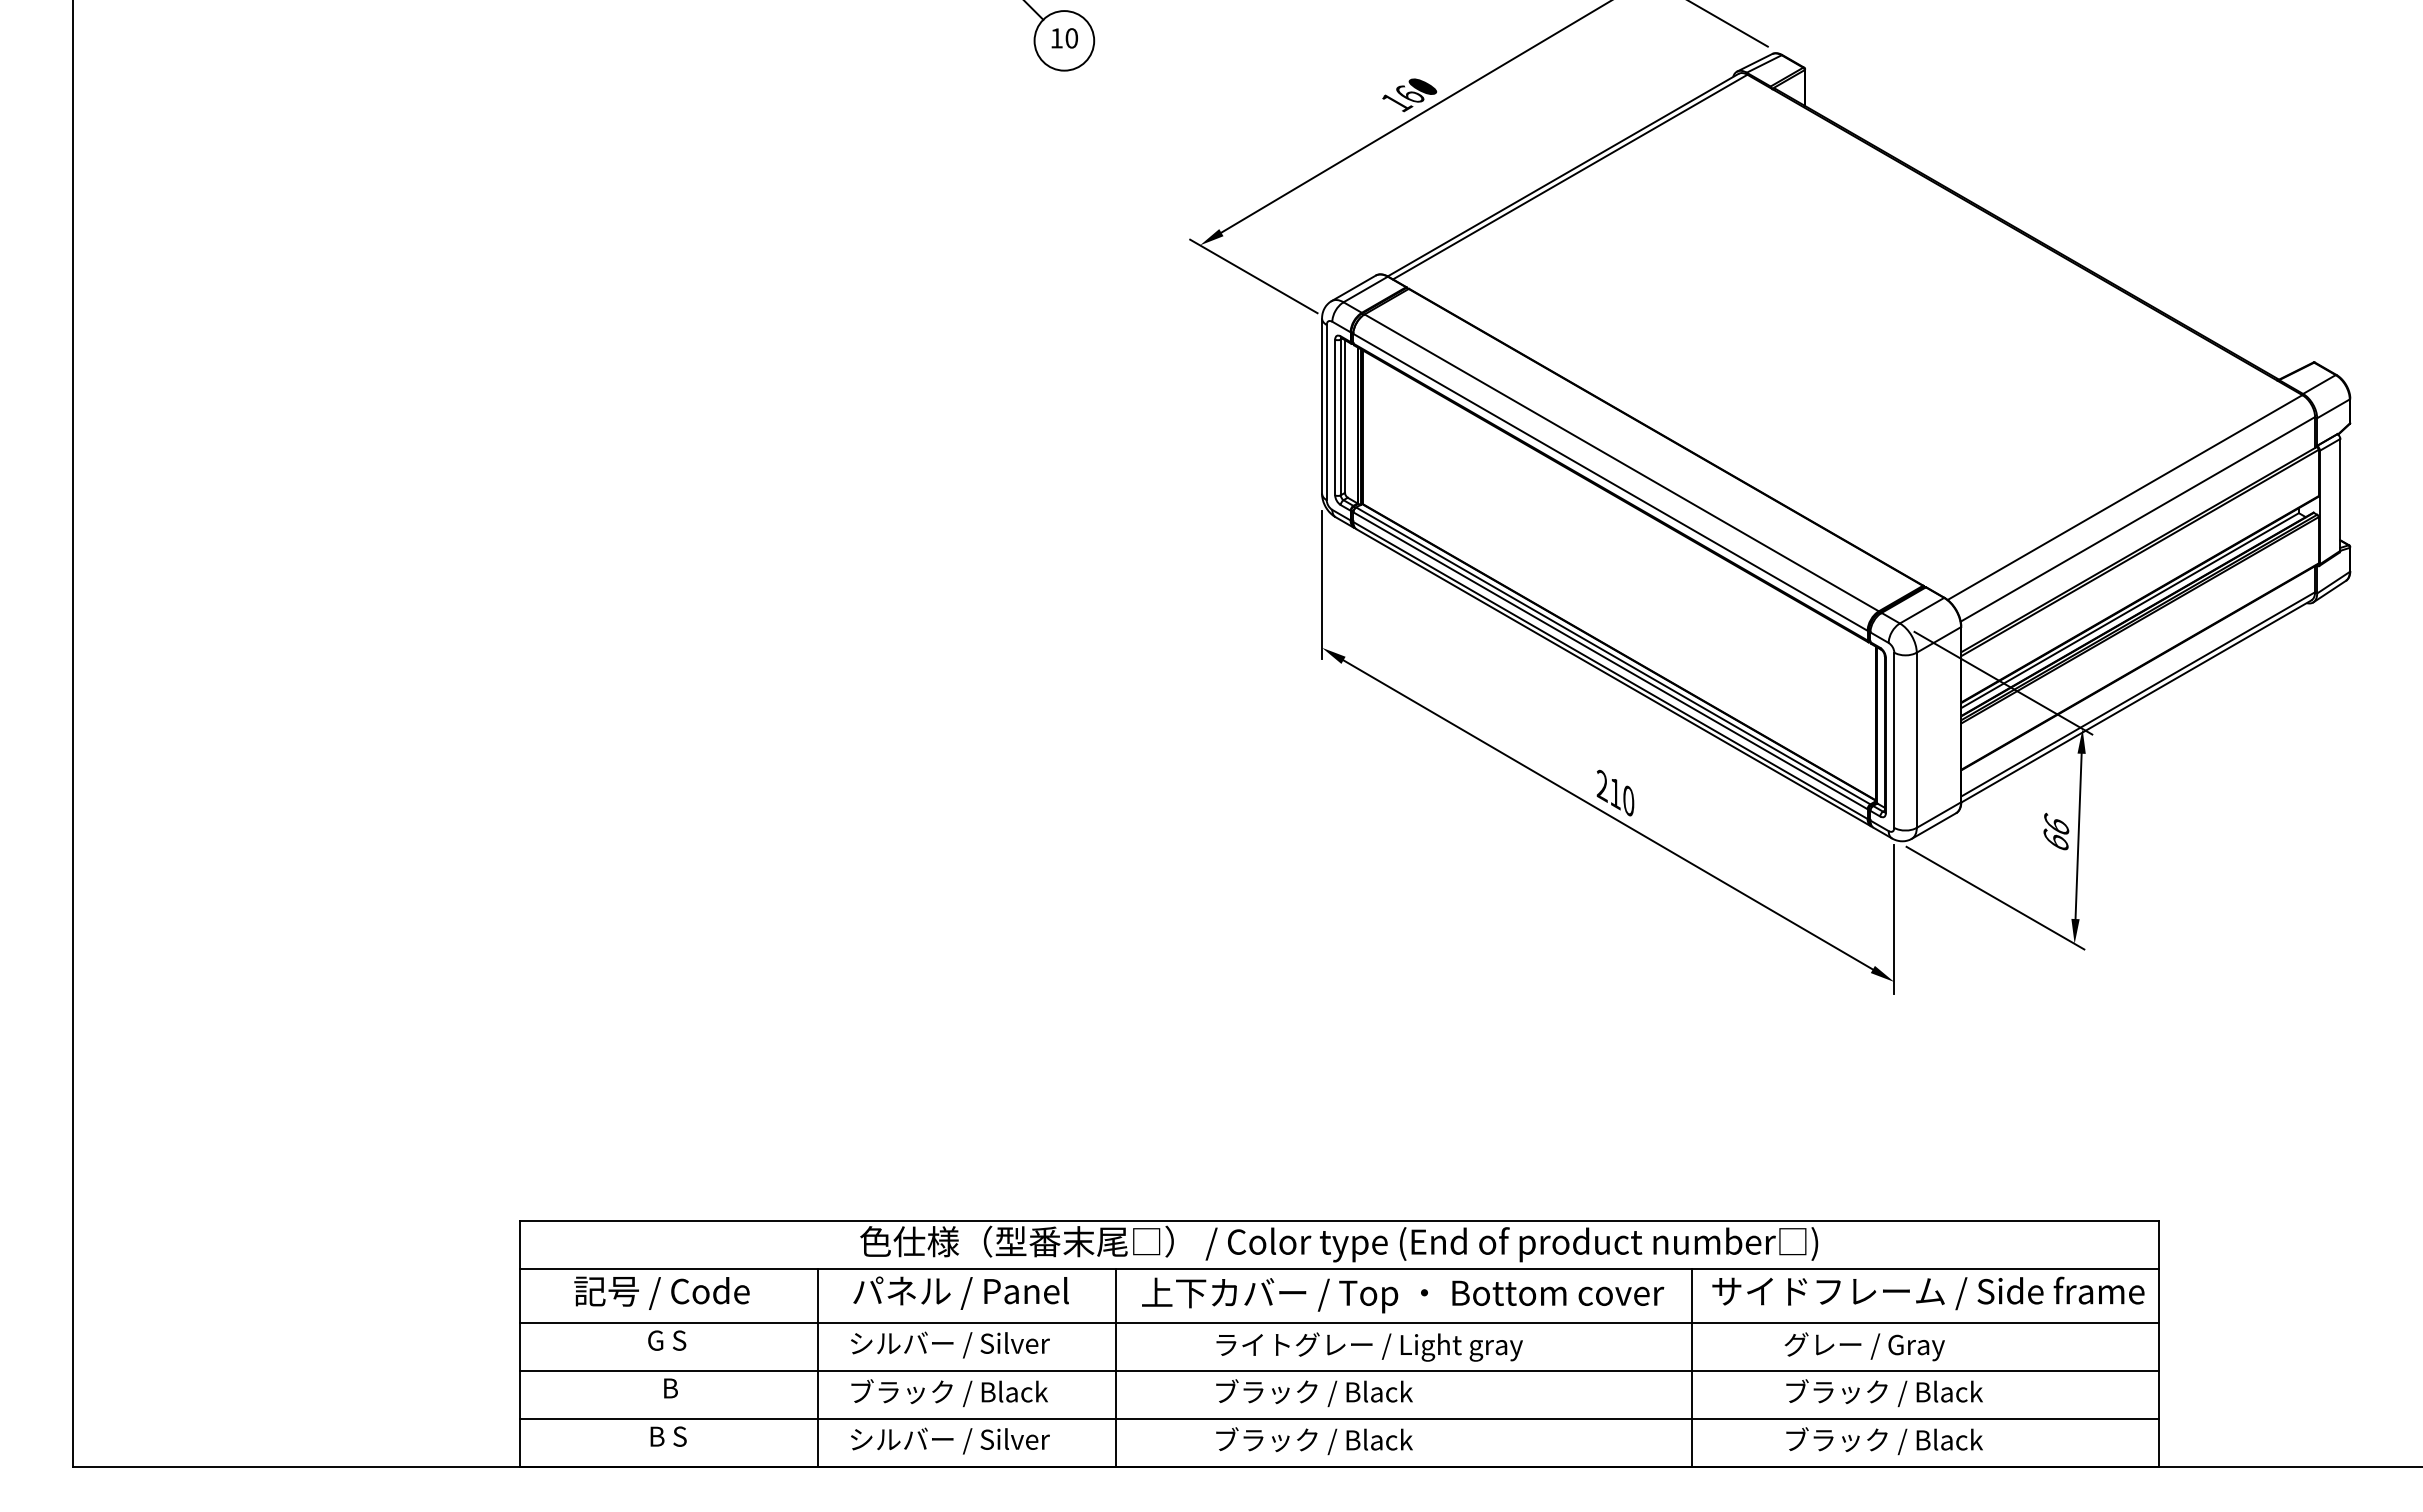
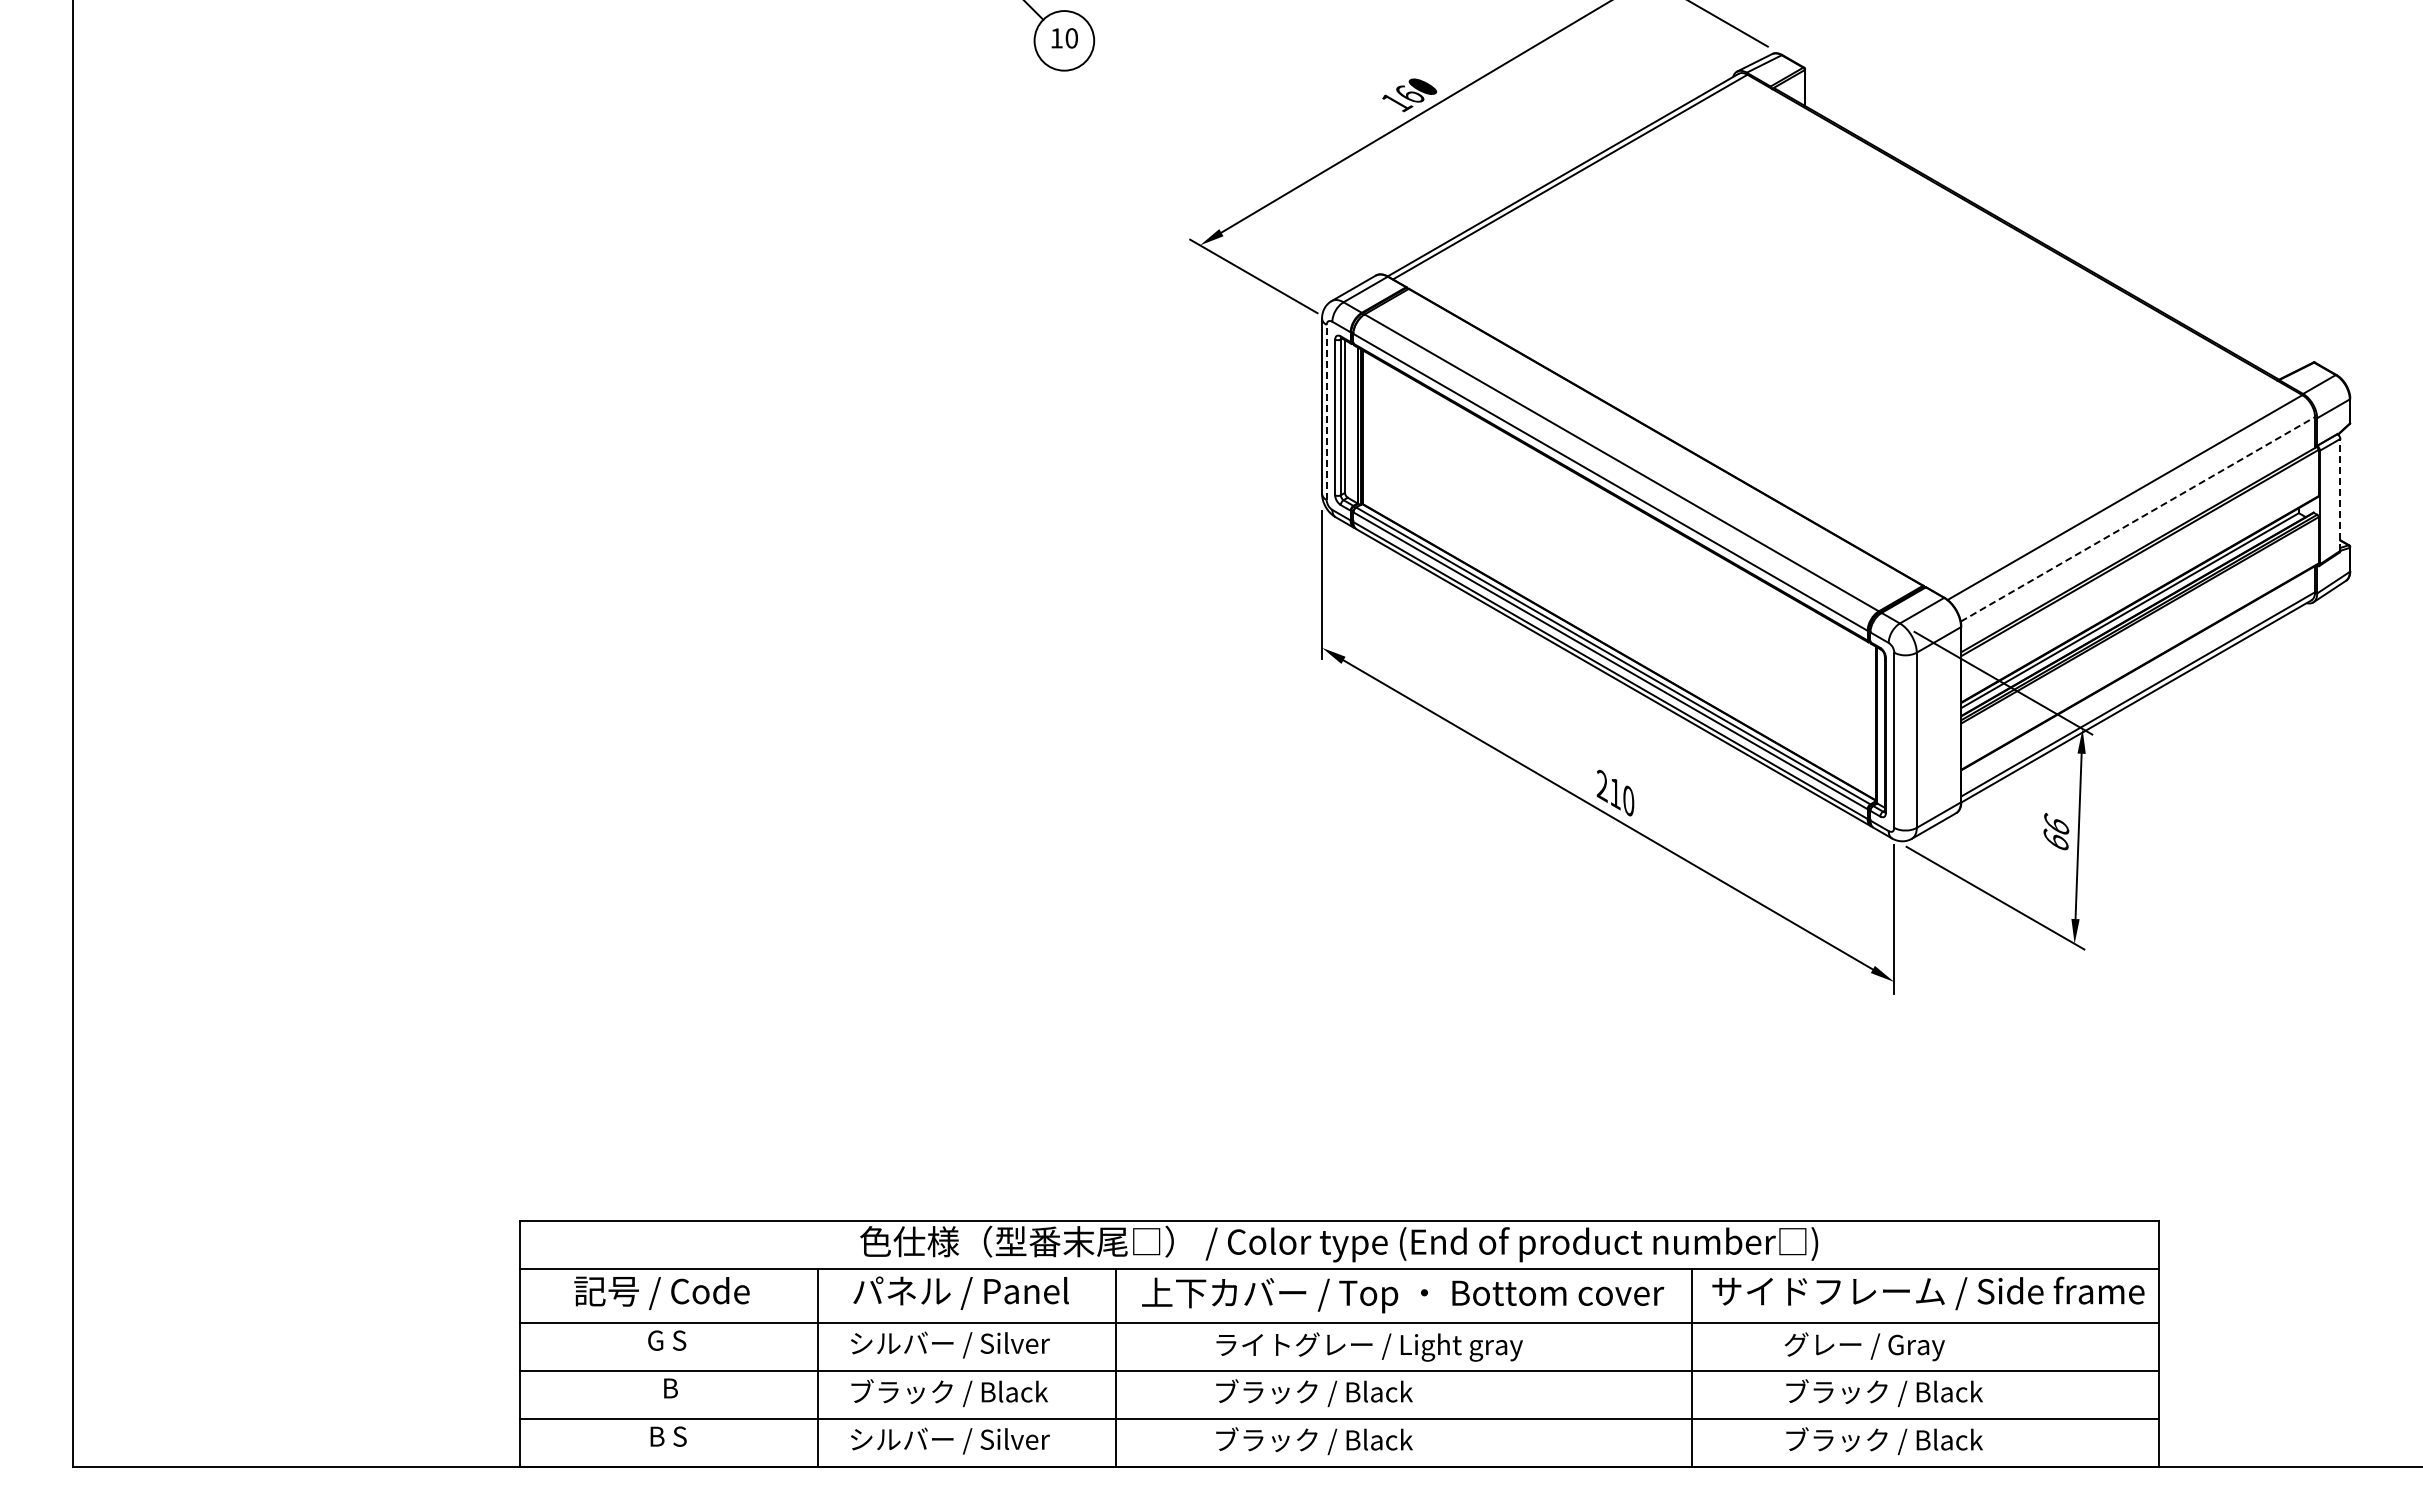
line at (1326, 412): solid -> dashed
line at (2340, 494): solid -> dashed
line at (2137, 519): solid -> dashed
